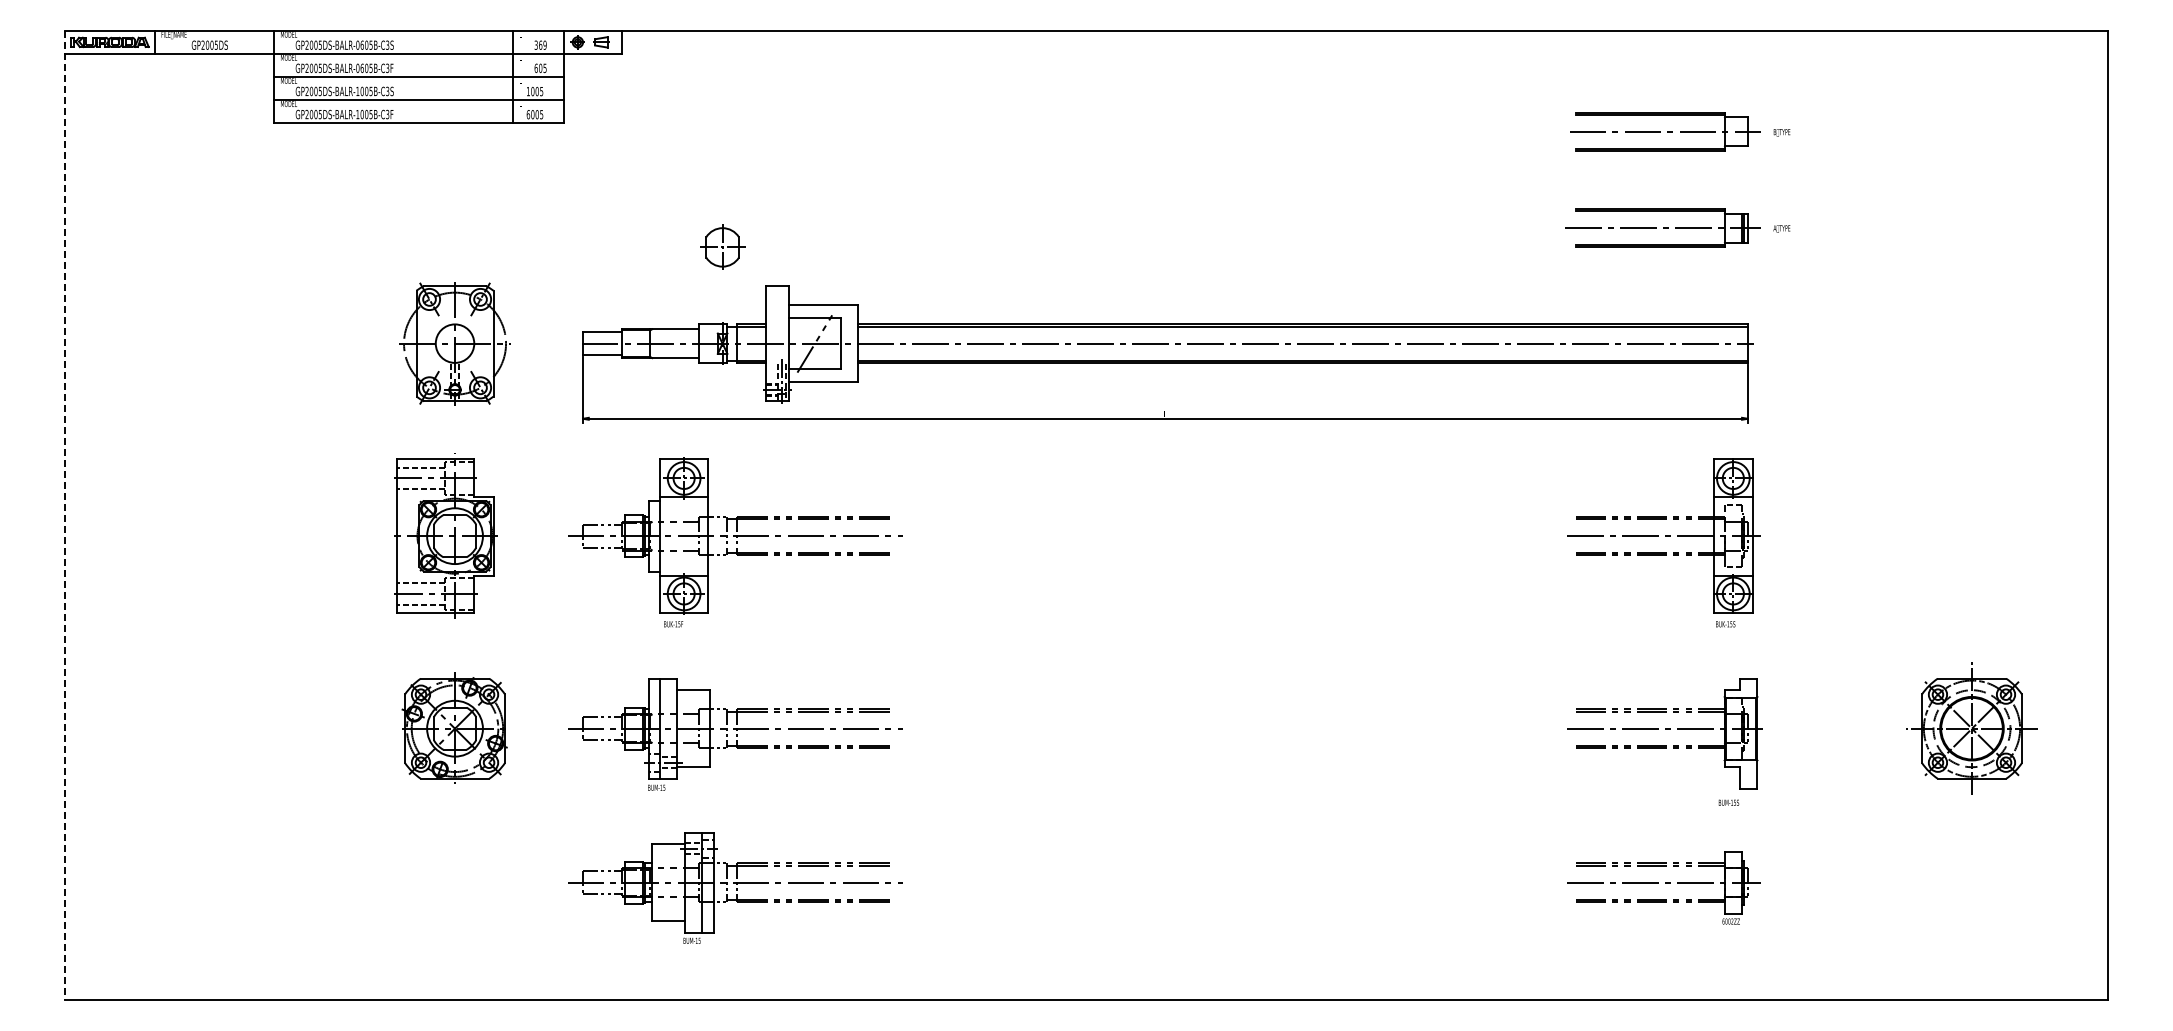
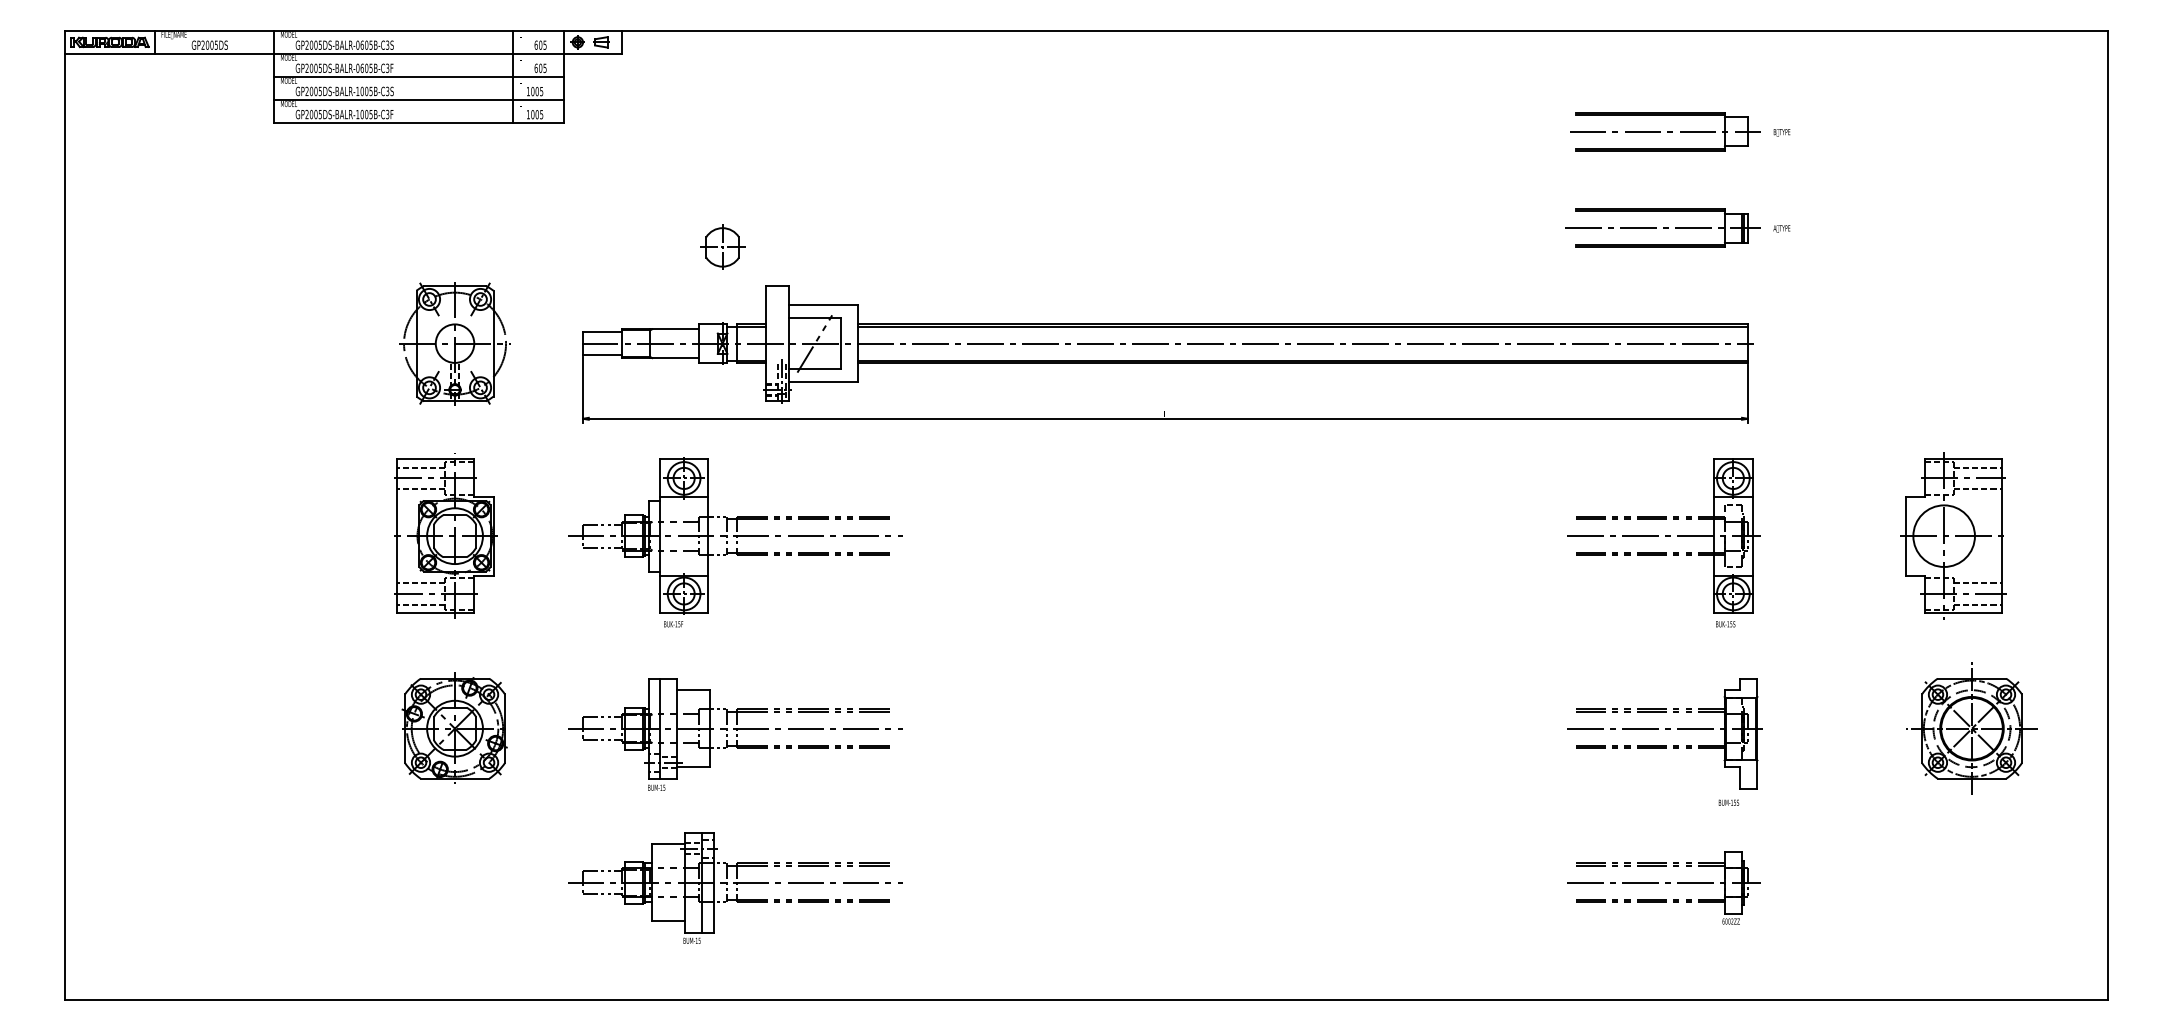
text at (540, 44): 369 -> 605
text at (528, 114): 6005 -> 1005
line at (65, 515): dashed -> solid
part at (1953, 535): none -> present
